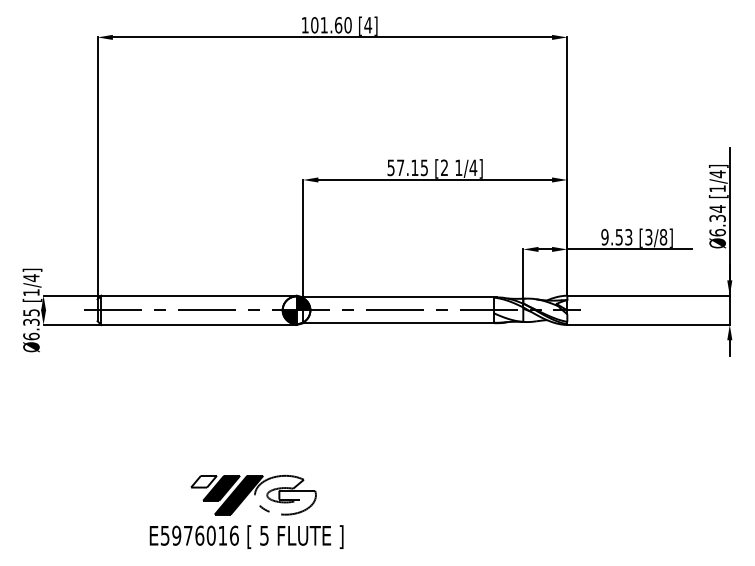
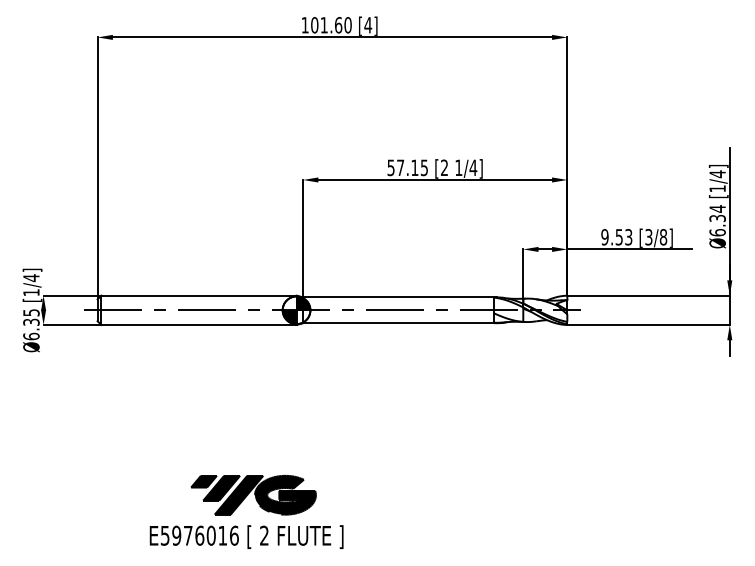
fill at (203, 481): none -> present
fill at (284, 494): none -> present
text at (264, 535): 5 -> 2
